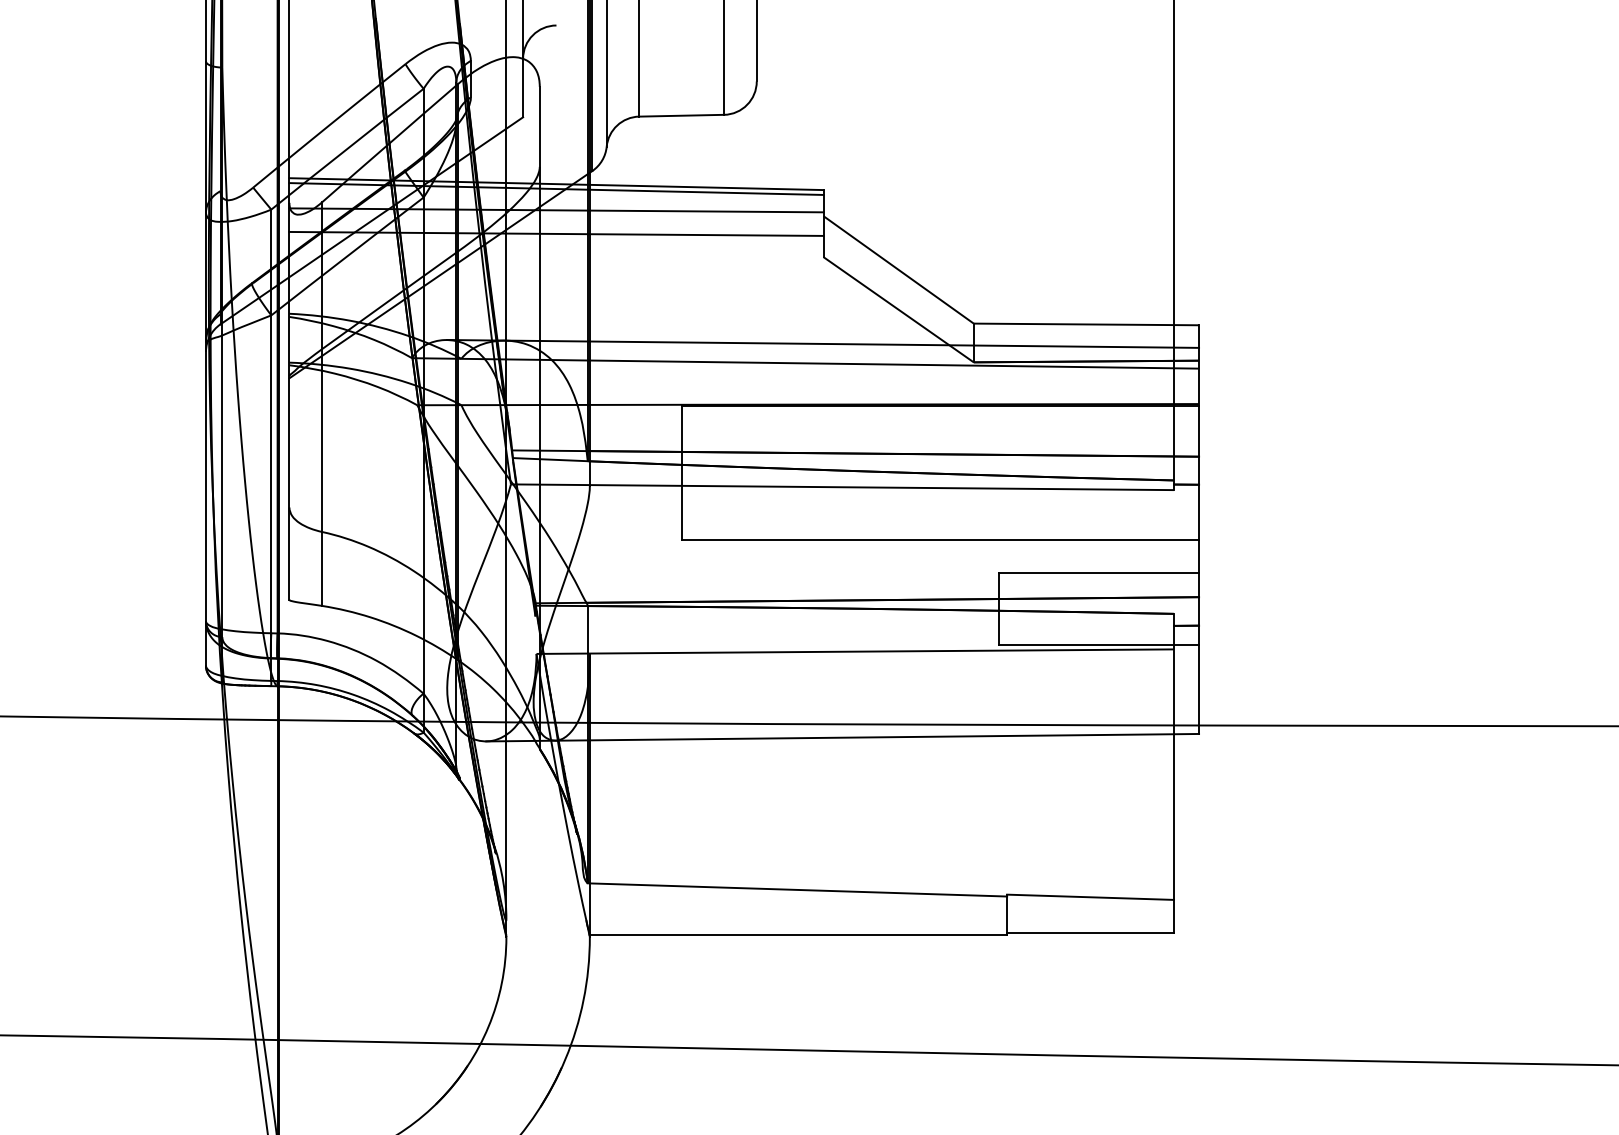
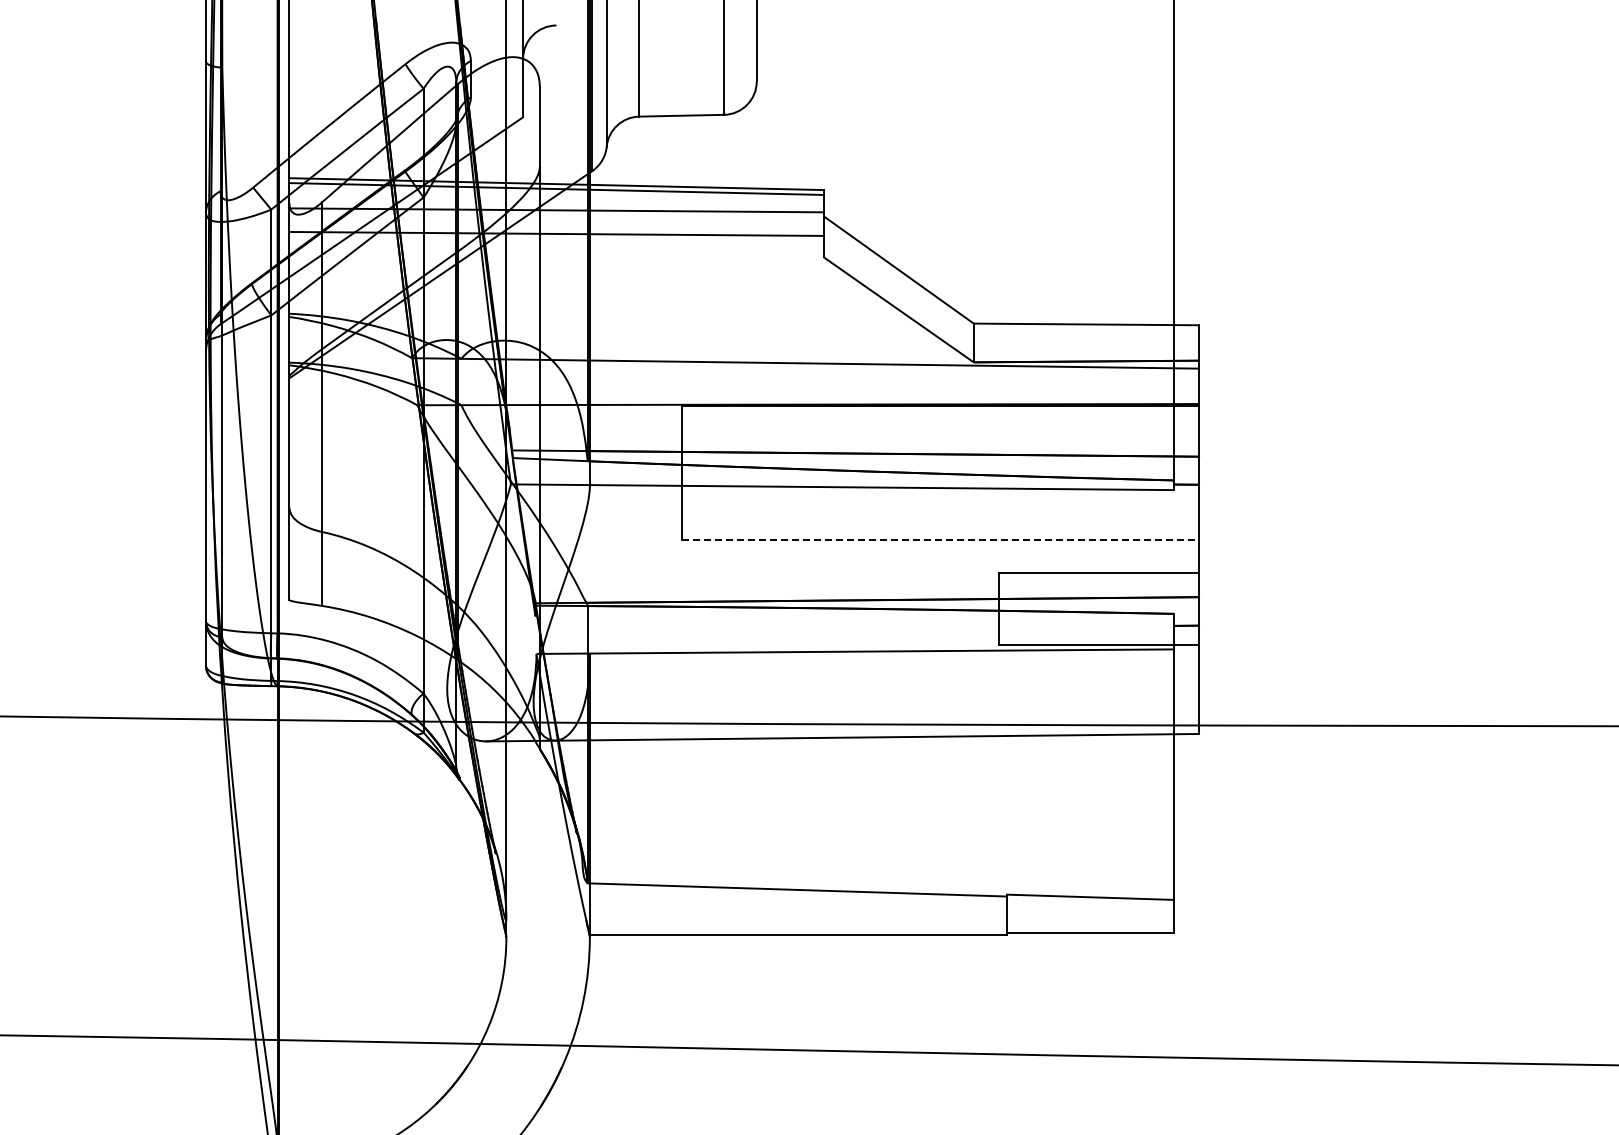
line at (823, 343): present -> none
line at (940, 539): solid -> dashed
